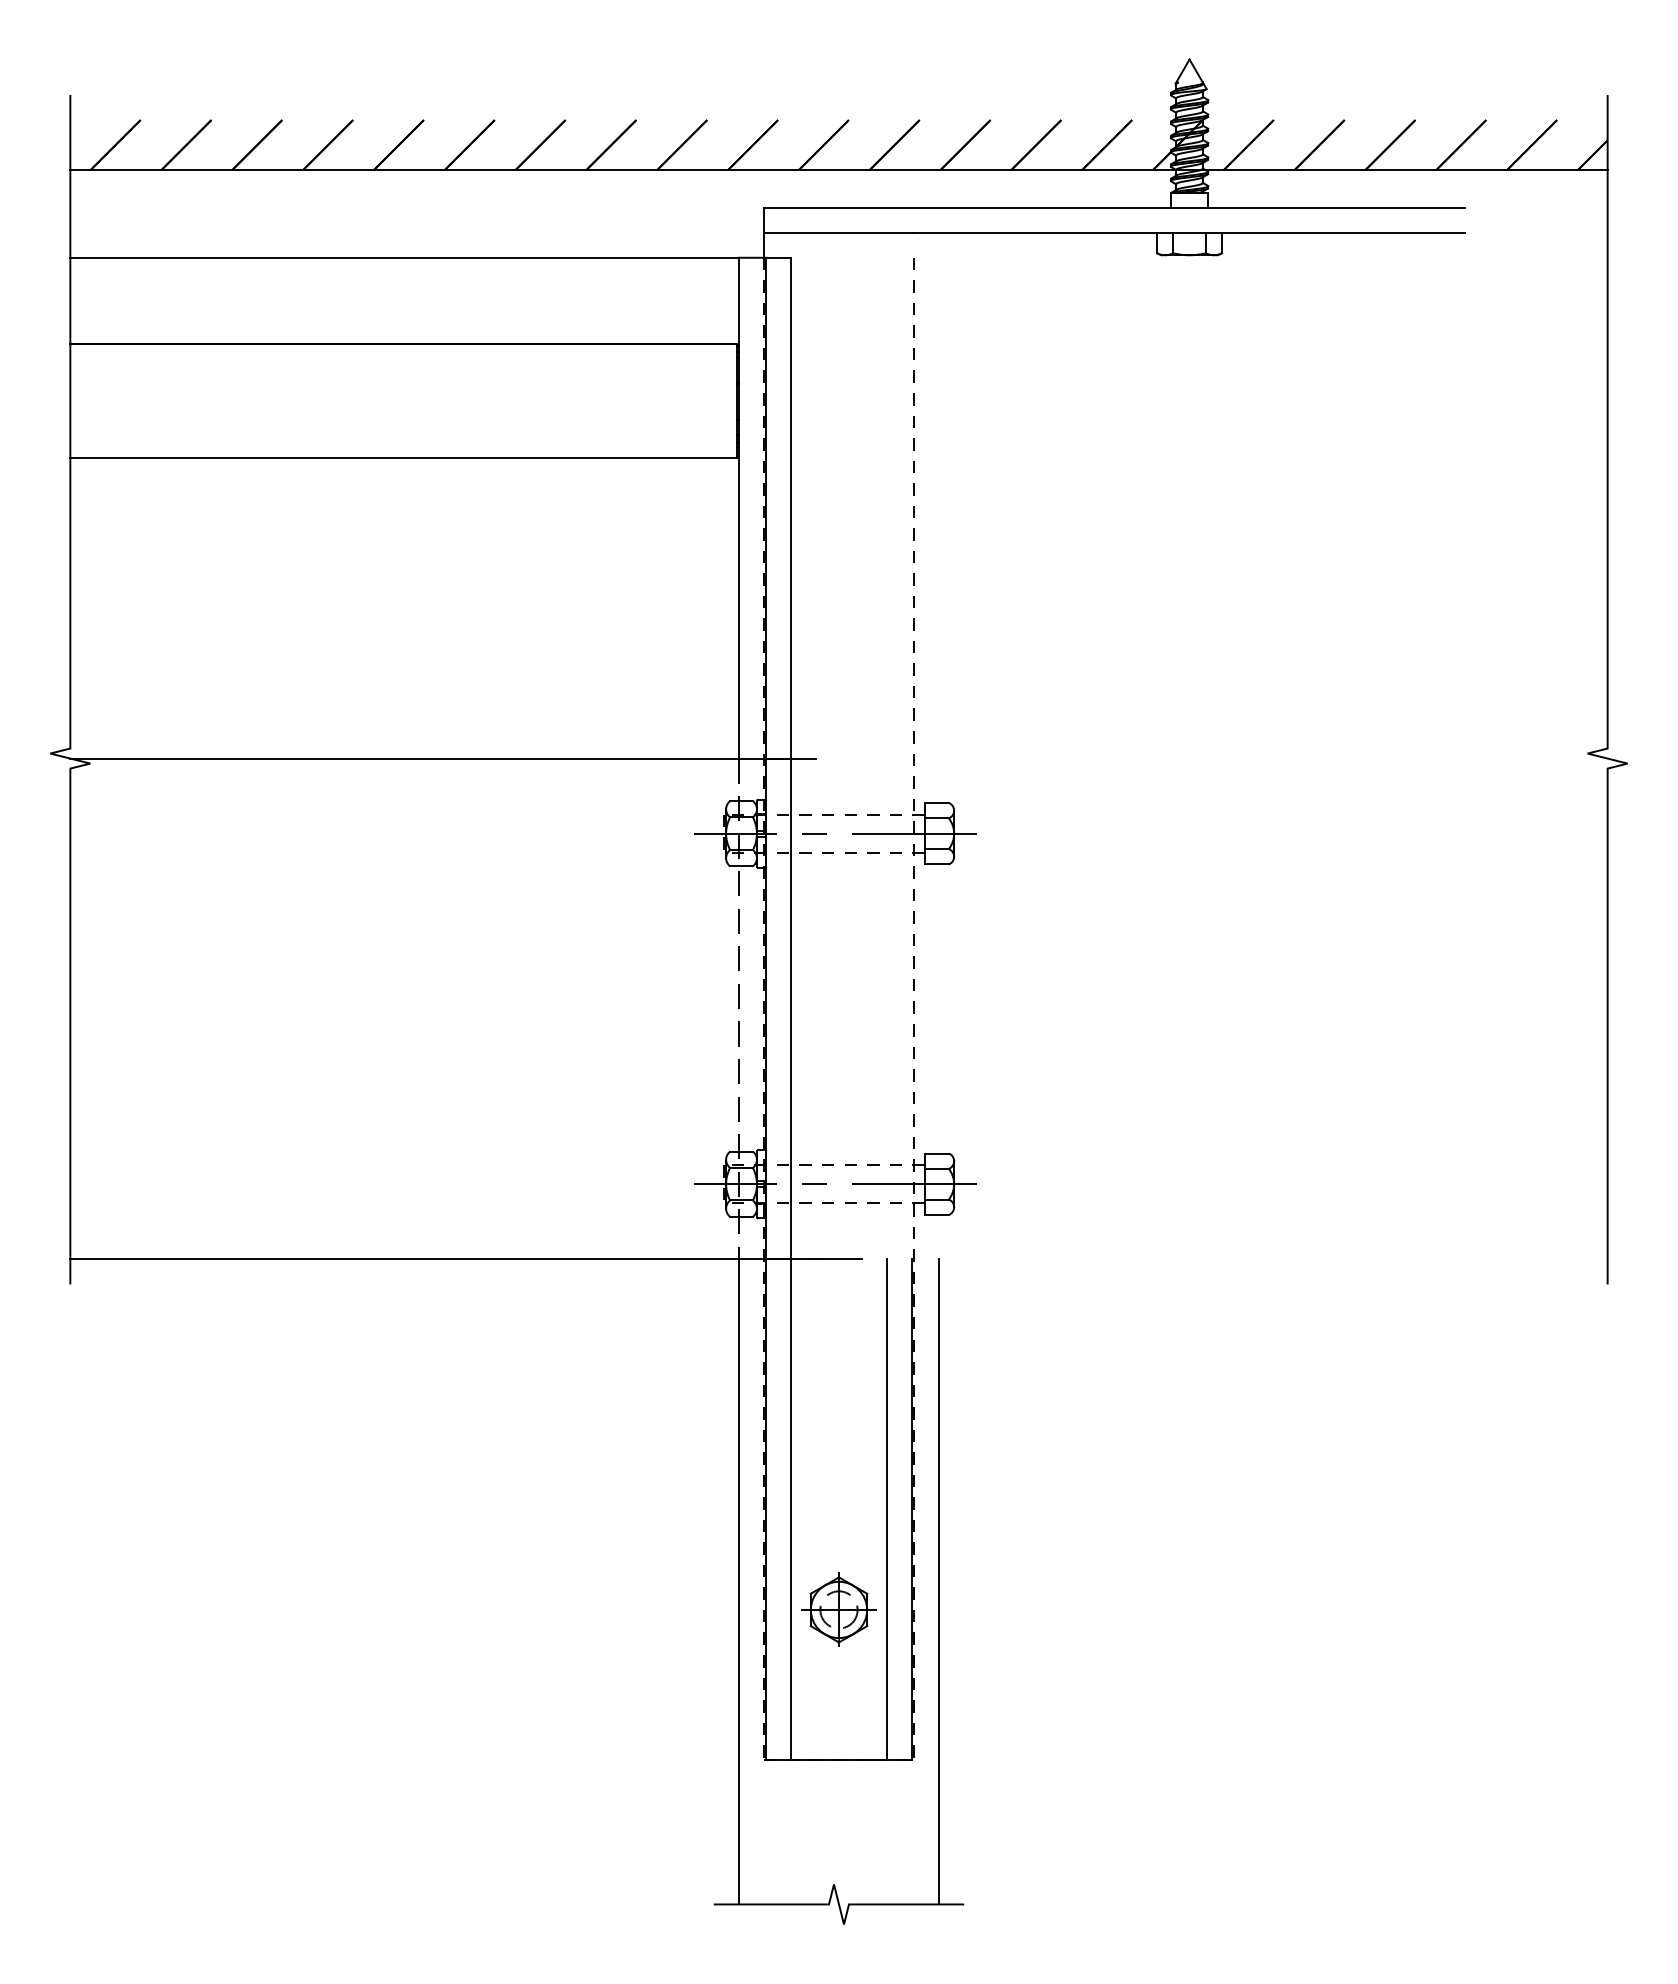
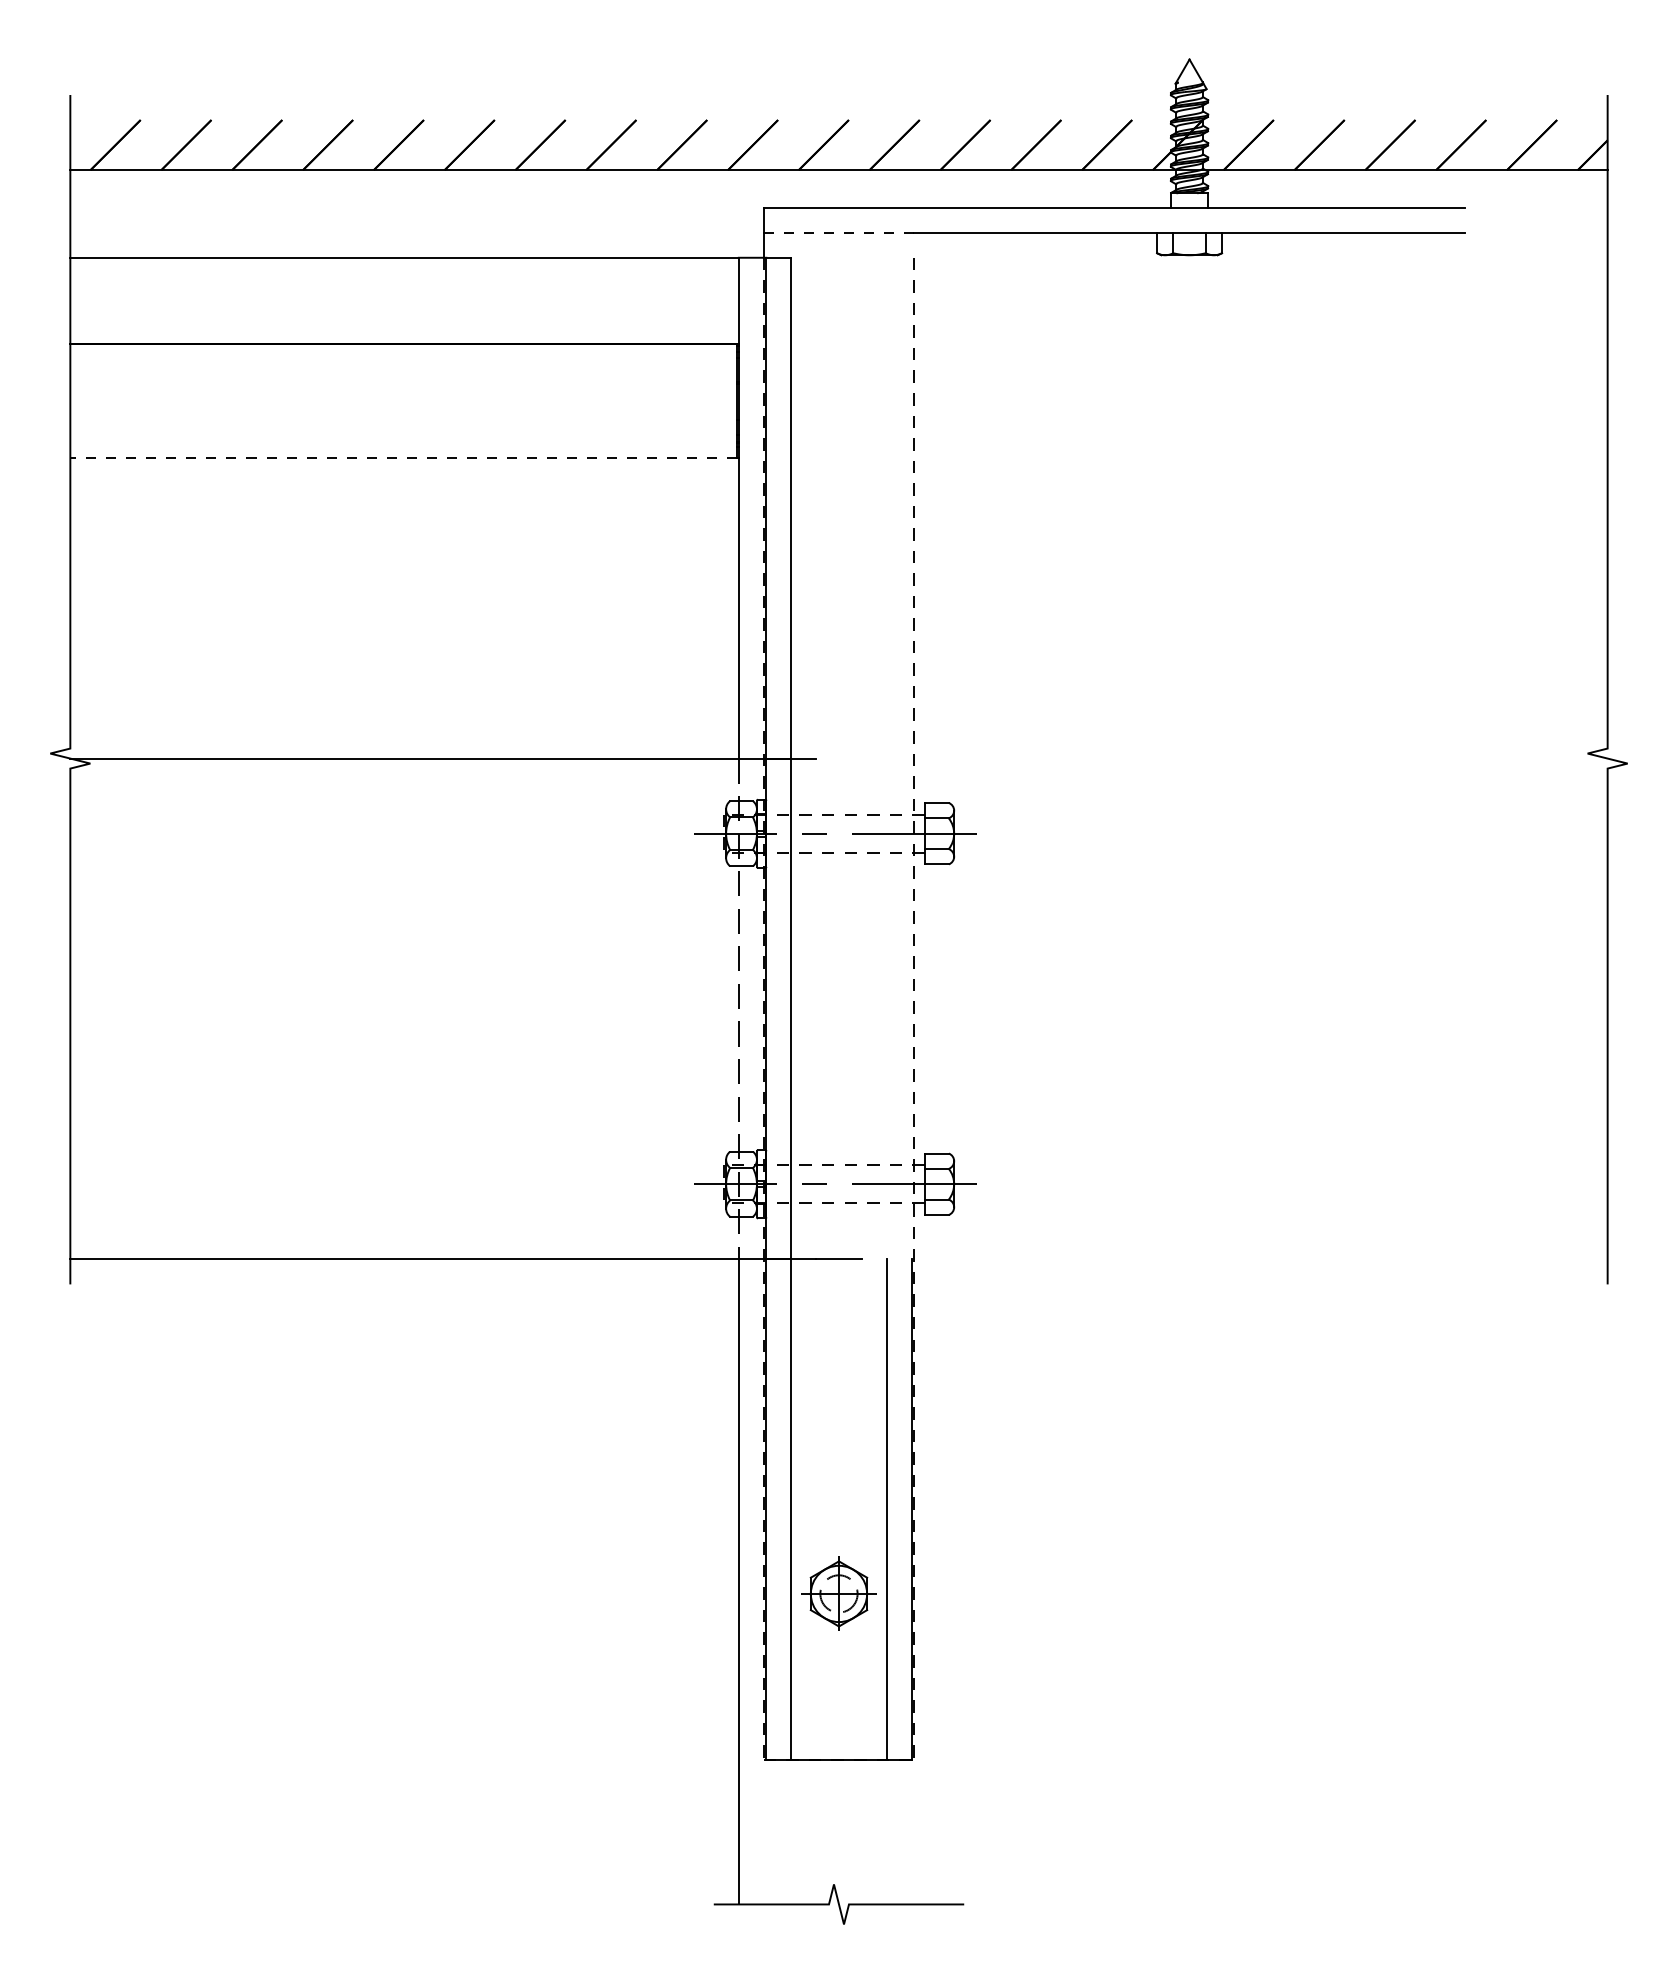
line at (839, 232): solid -> dashed
line at (403, 458): solid -> dashed
line at (939, 1581): present -> none
part at (838, 1609) position: (838, 1609) -> (838, 1593)
